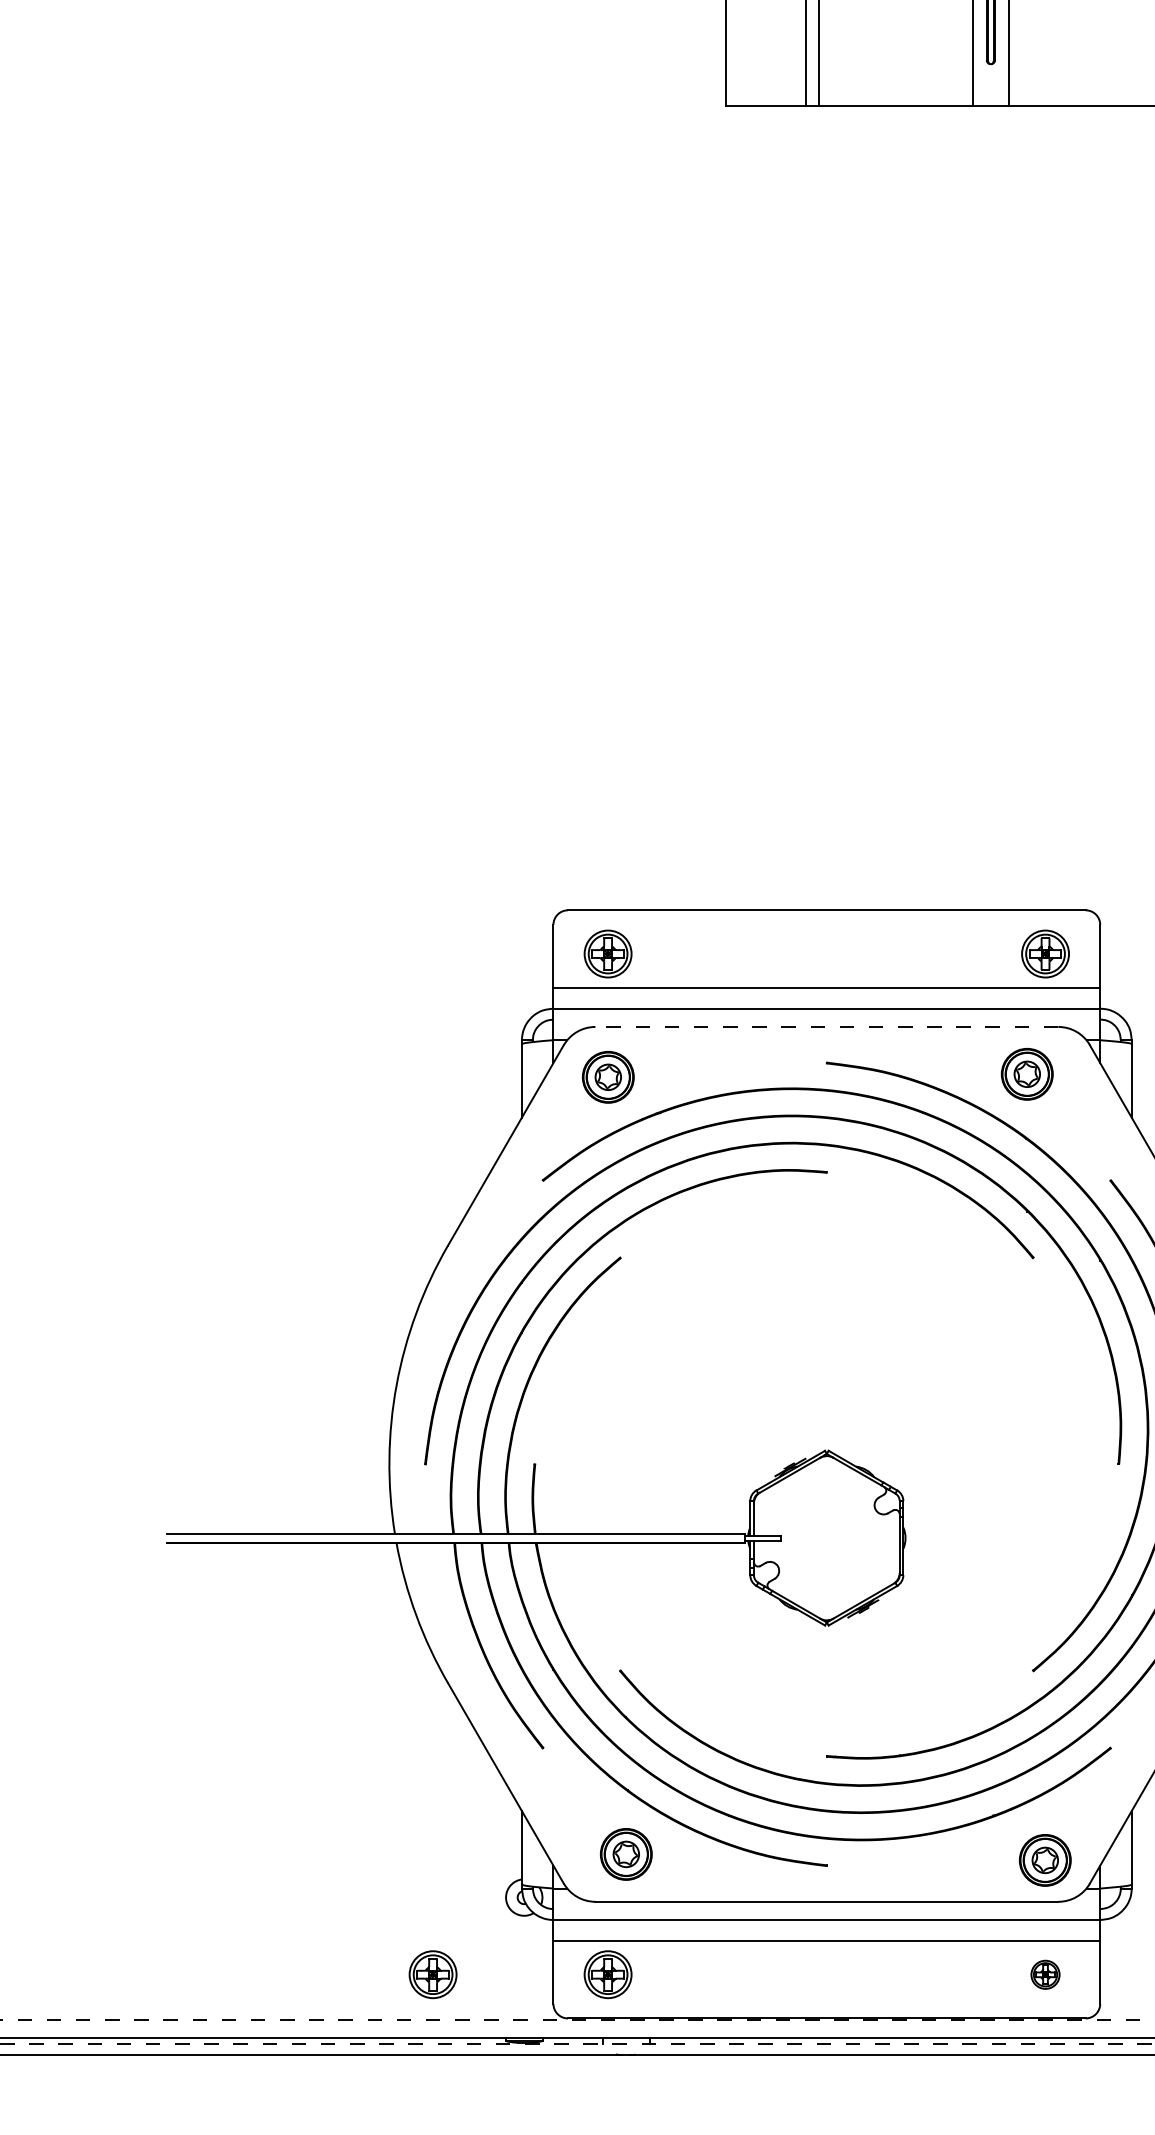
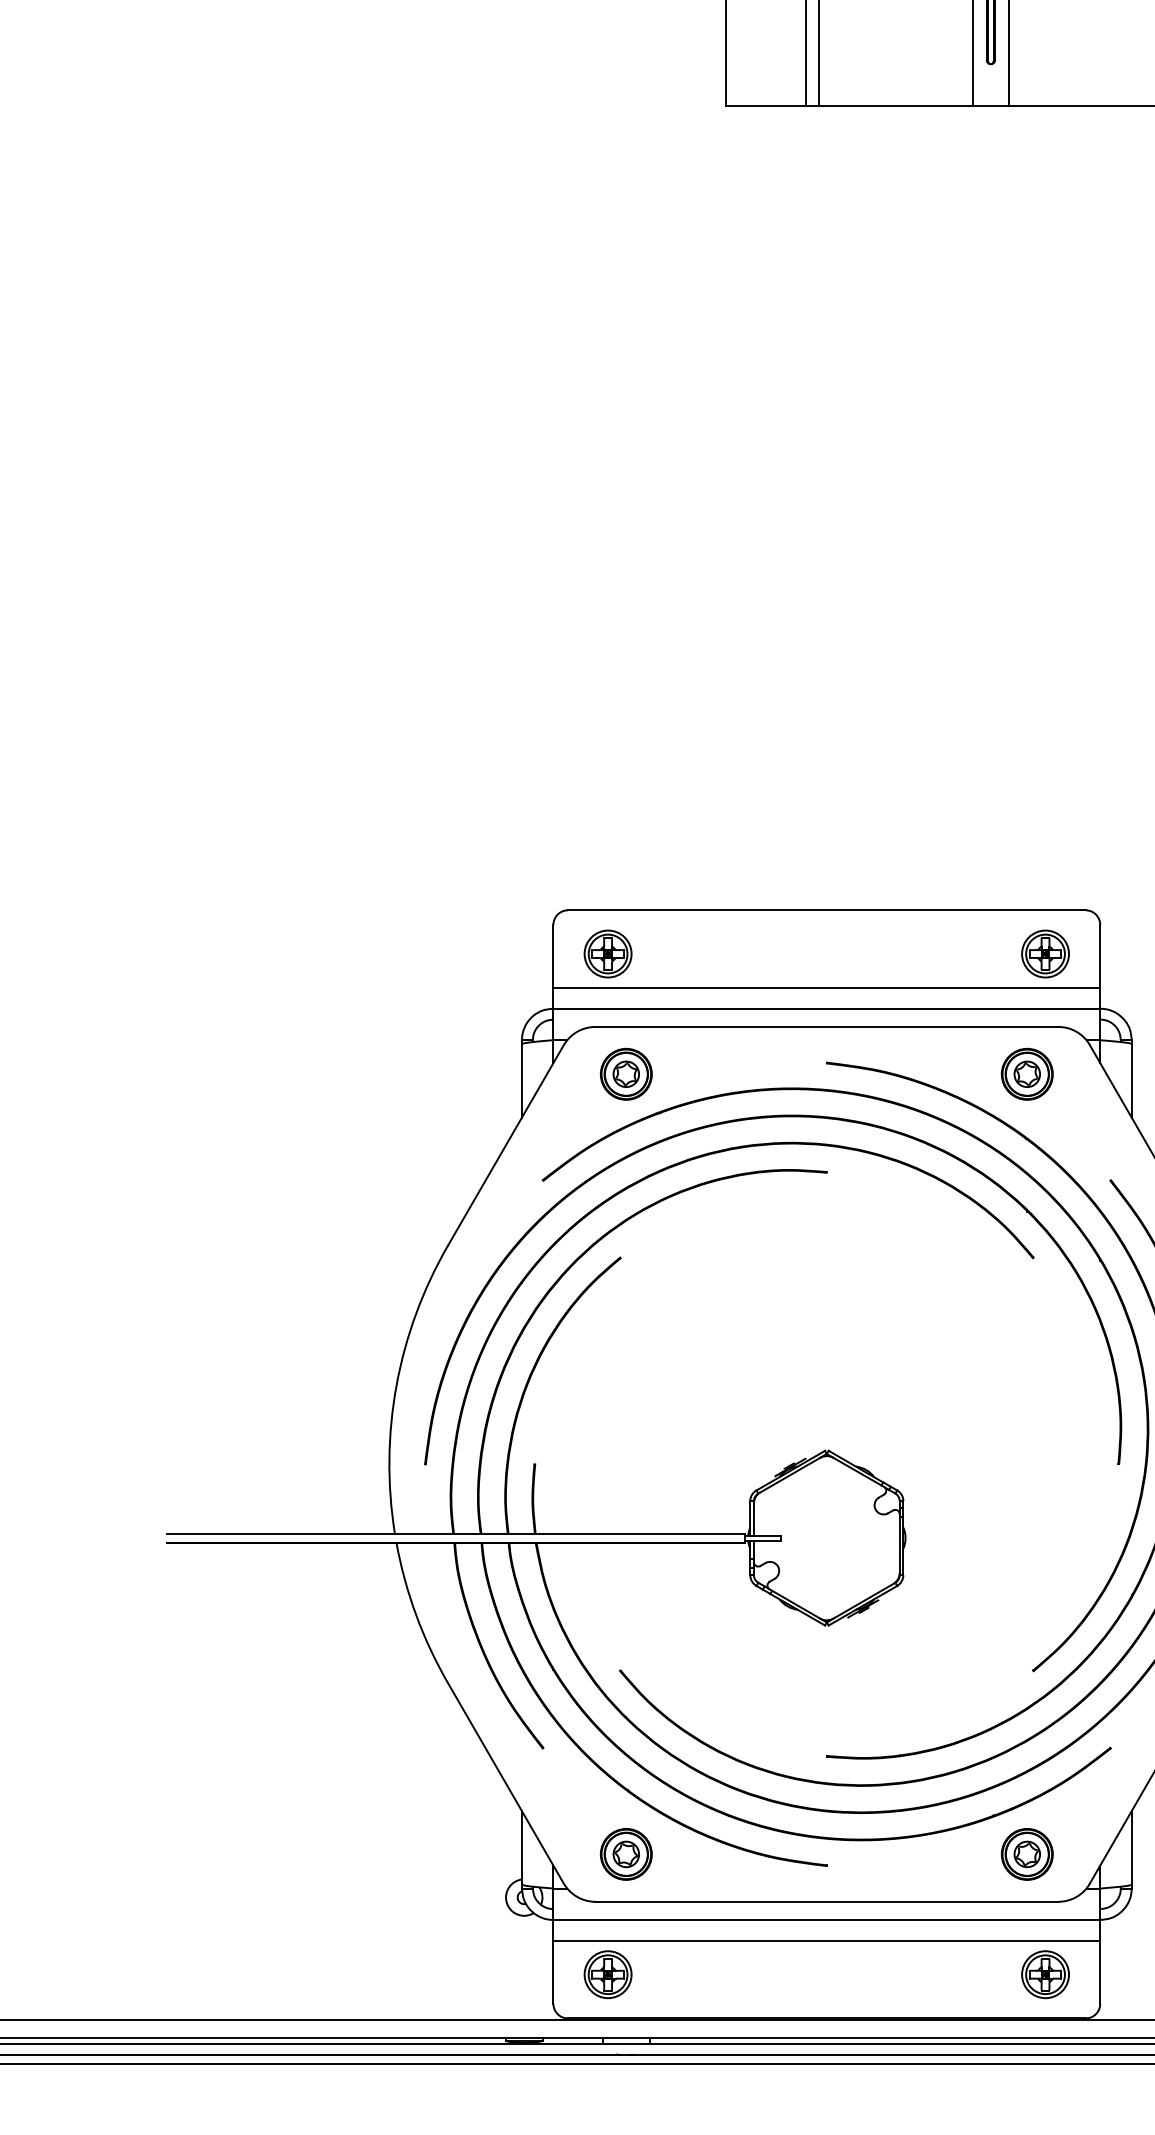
line at (826, 1026): dashed -> solid
part at (607, 1076) position: (607, 1076) -> (625, 1073)
part at (1044, 1860) position: (1044, 1860) -> (1026, 1854)
part at (432, 1974): present -> none
part at (1045, 1974) size: 31x31 px -> 49x50 px
line at (577, 2019): dashed -> solid
line at (577, 2043): dashed -> solid
line at (576, 2063): none -> present
